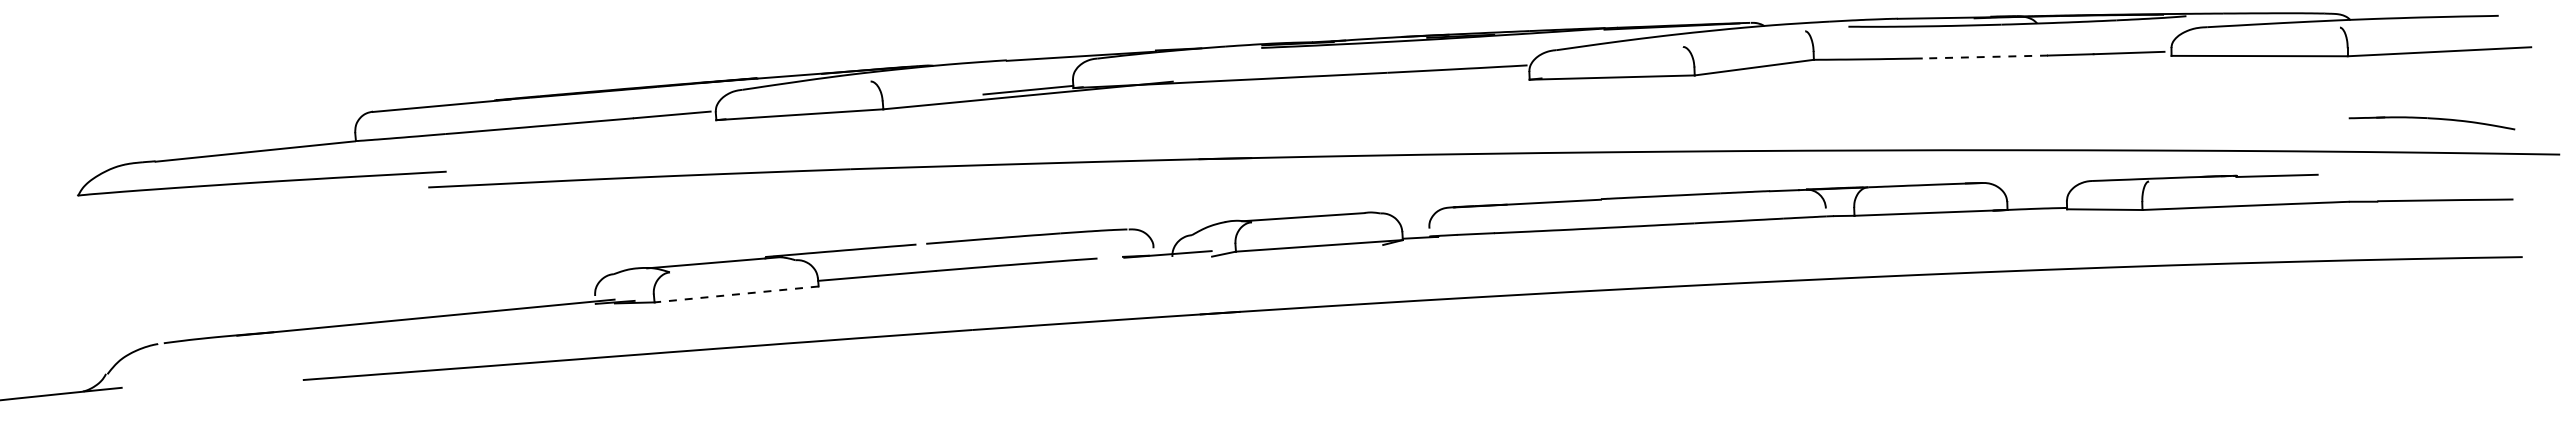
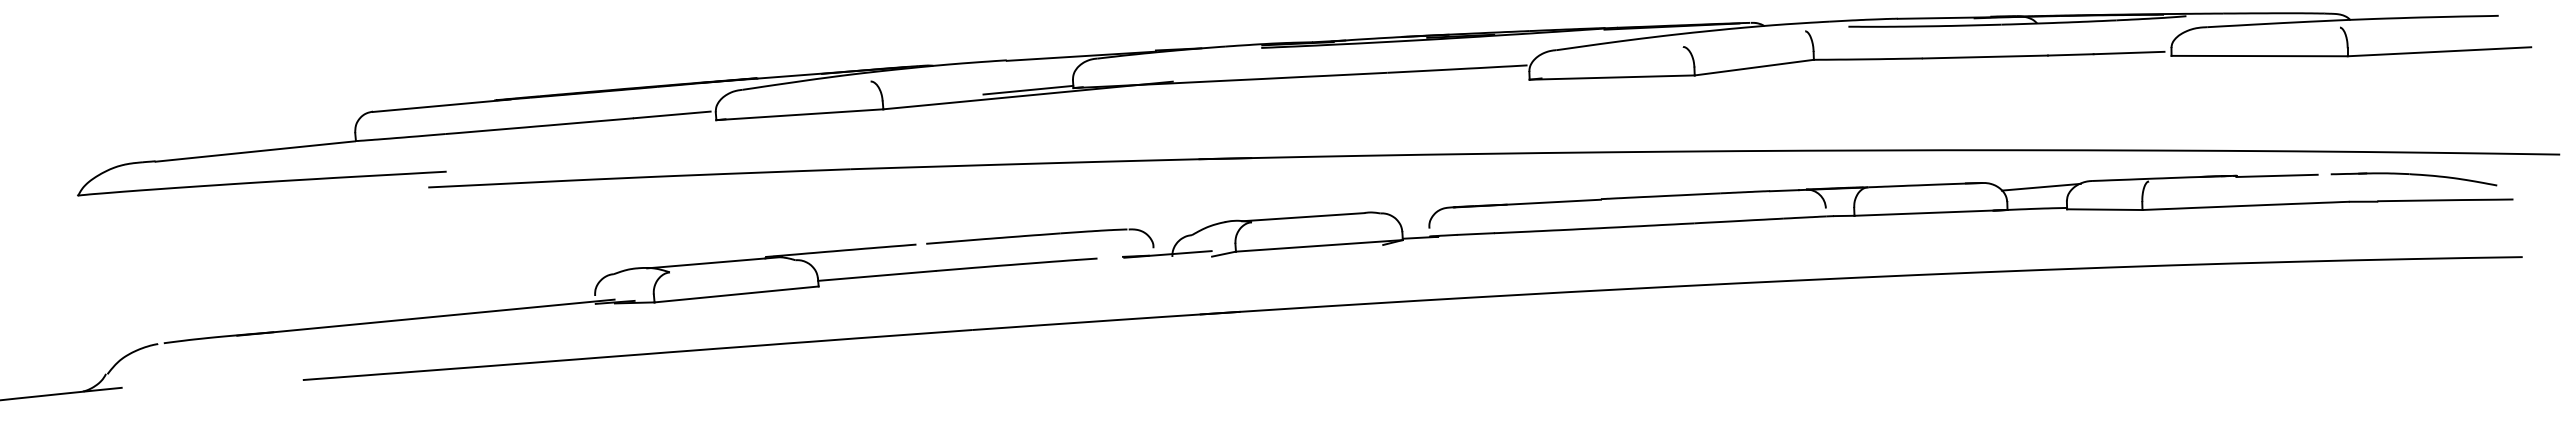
line at (1985, 57): dashed -> solid
part at (2431, 123) position: (2431, 123) -> (2413, 179)
line at (2040, 186): none -> present
line at (736, 294): dashed -> solid
